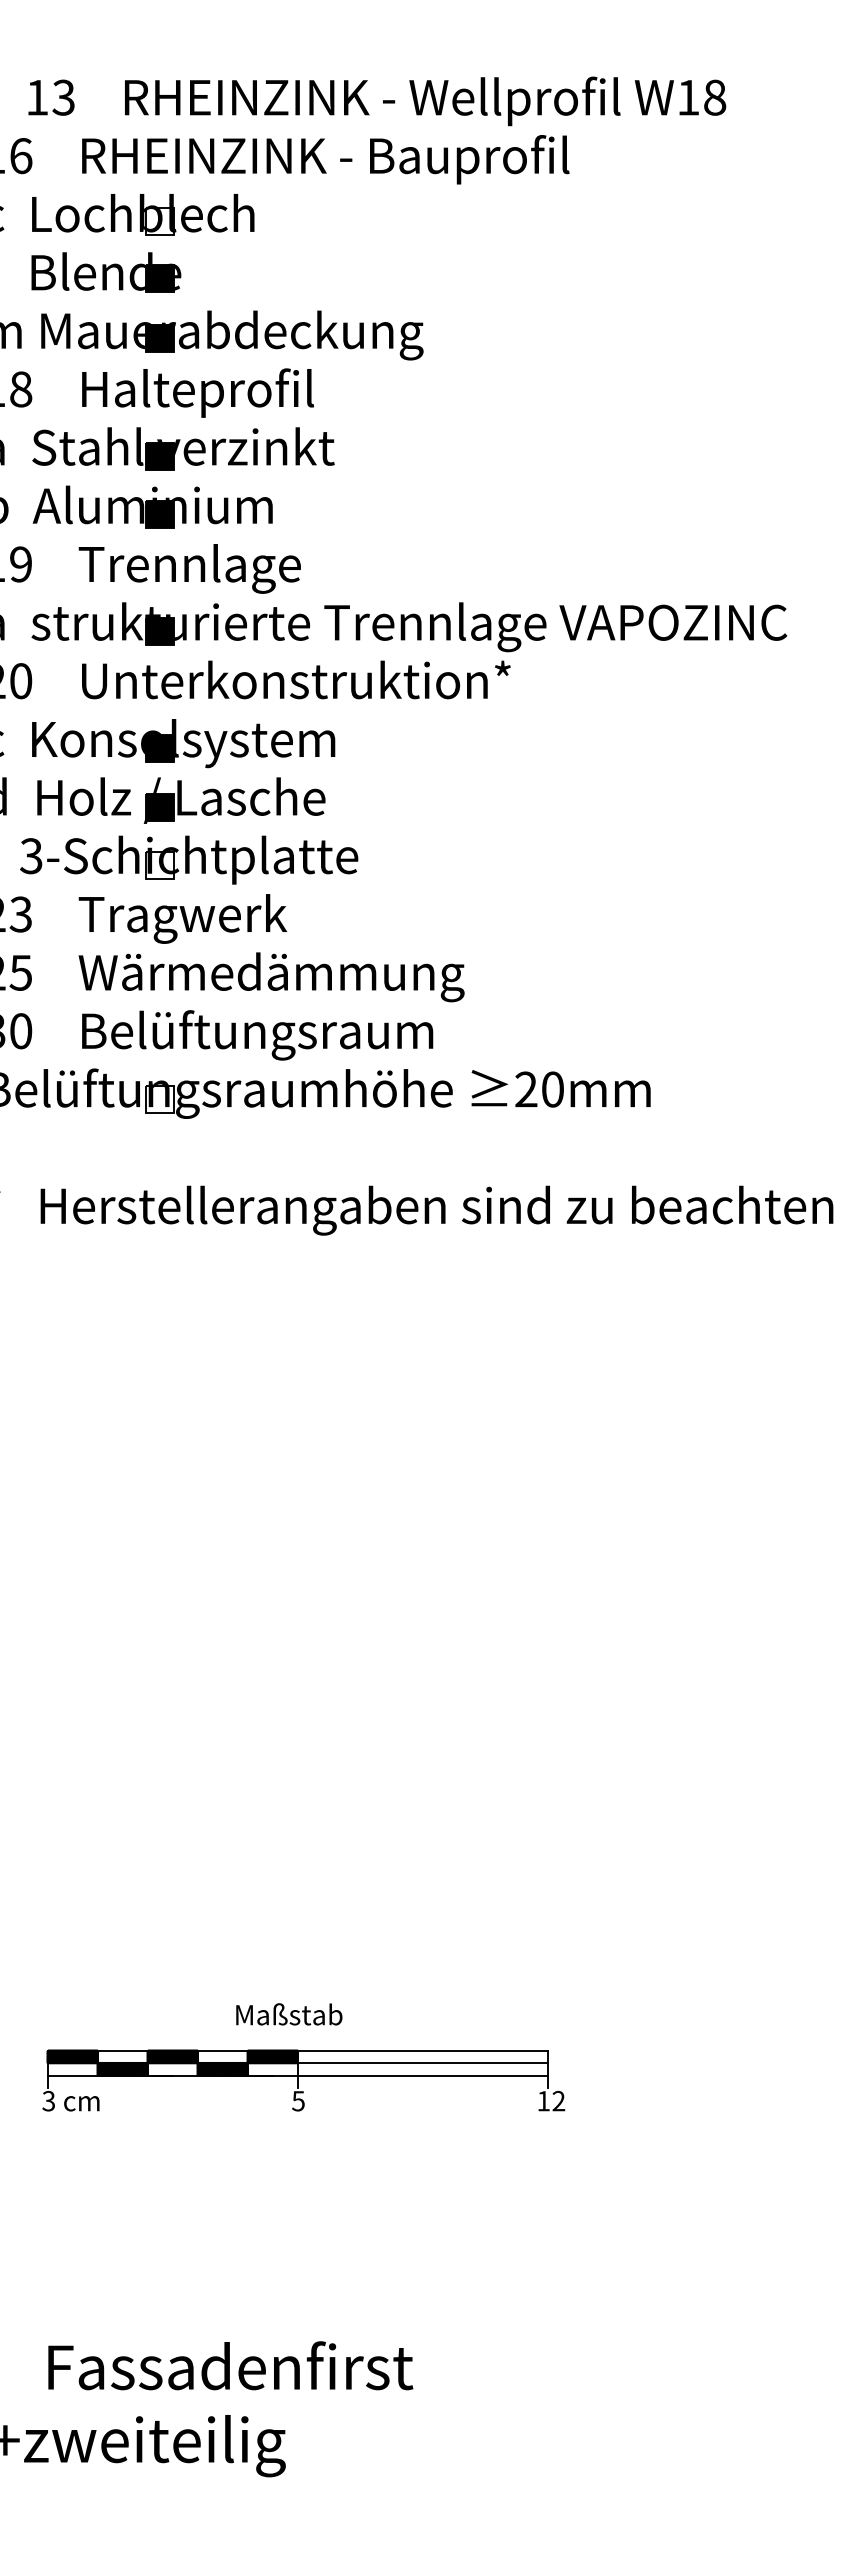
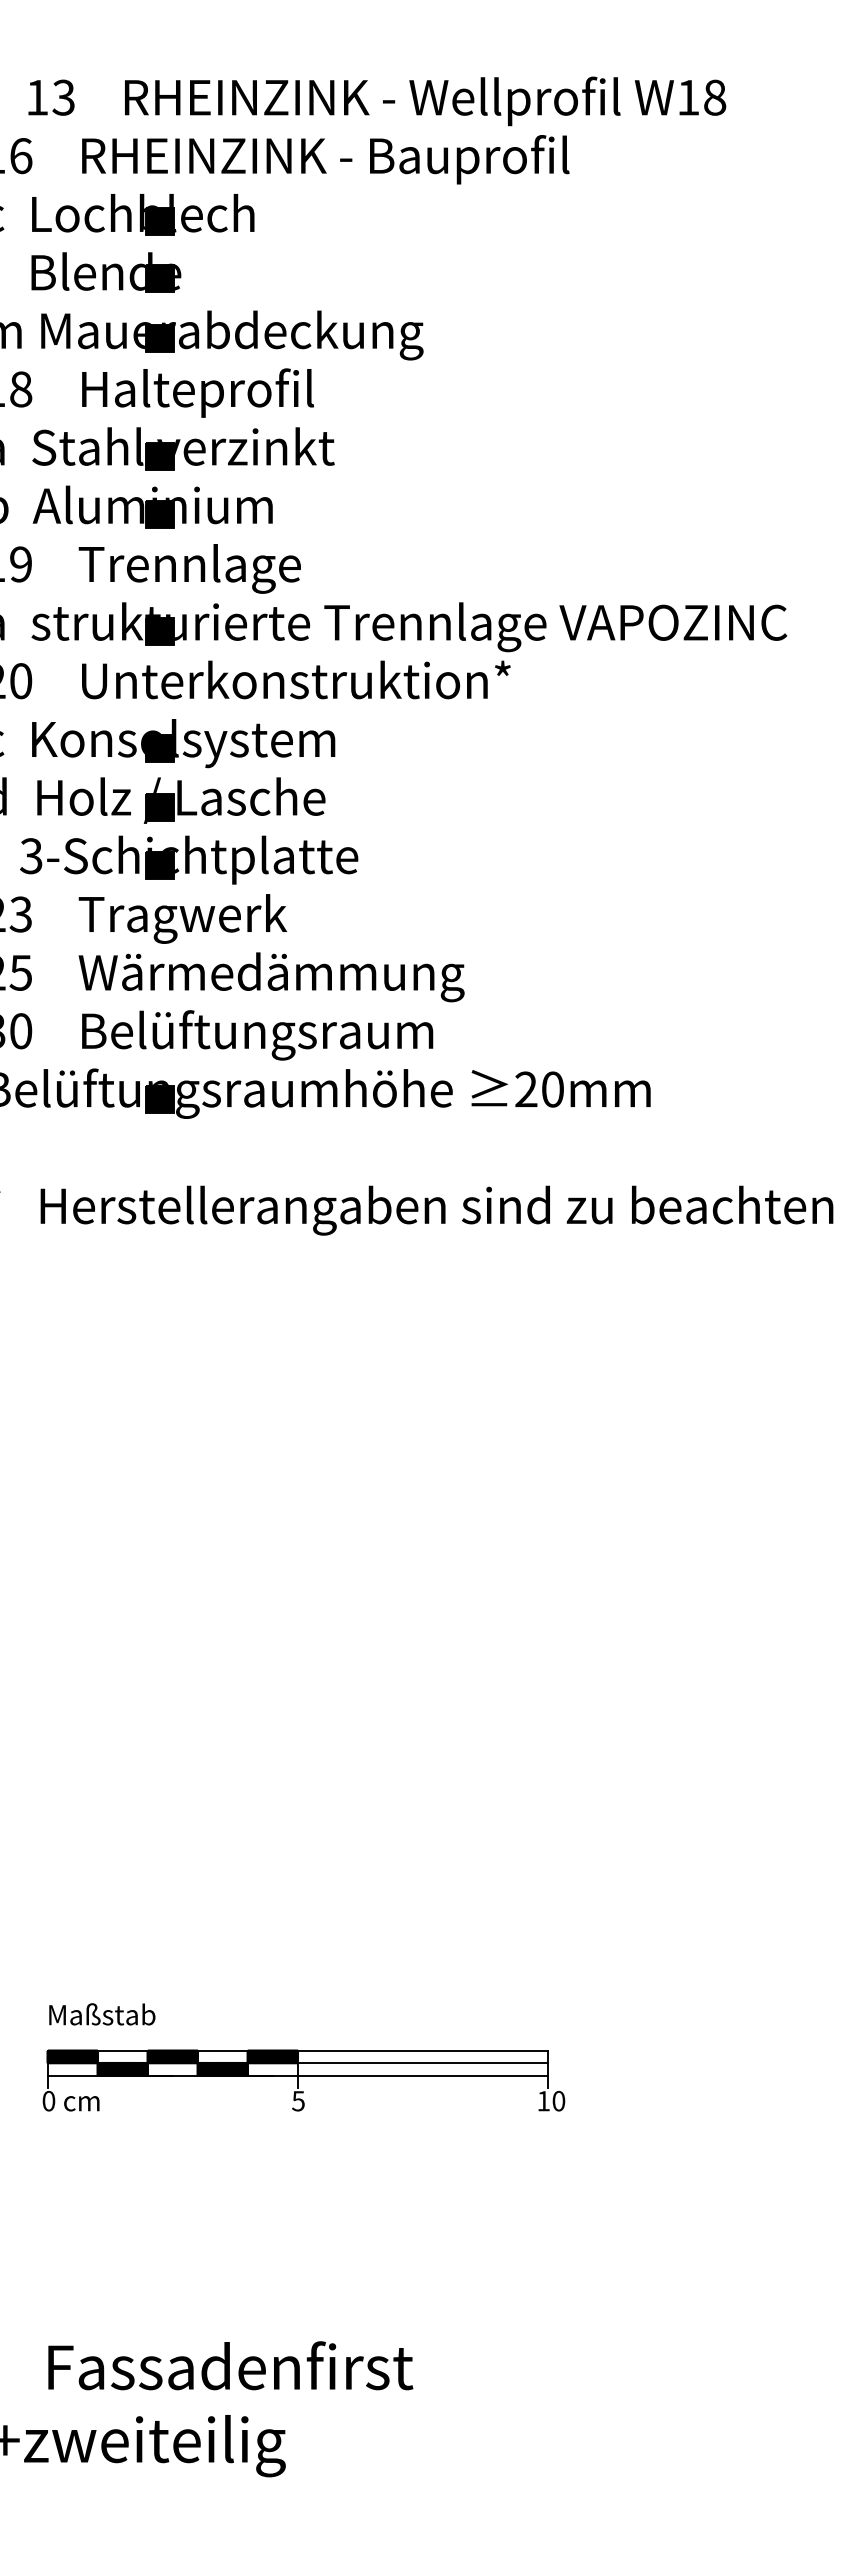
fill at (159, 220): none -> present
fill at (159, 865): none -> present
fill at (159, 1099): none -> present
text at (289, 2014) position: (289, 2014) -> (102, 2014)
text at (48, 2101): 3 -> 0
text at (558, 2101): 12 -> 10
